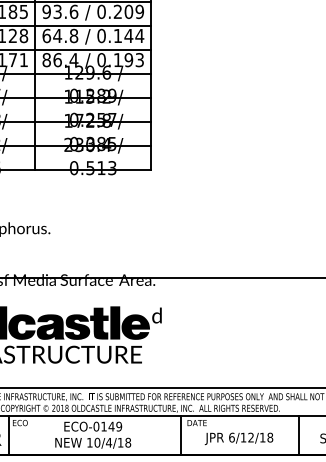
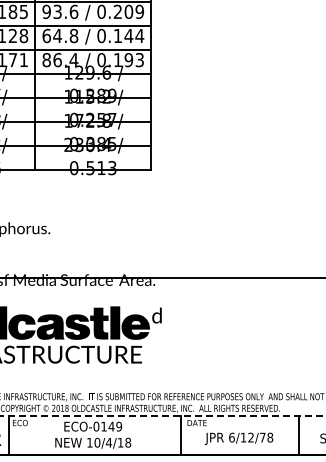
line at (162, 388): present -> none
line at (162, 416): solid -> dashed
text at (262, 437): 6/12/18 -> 6/12/78
